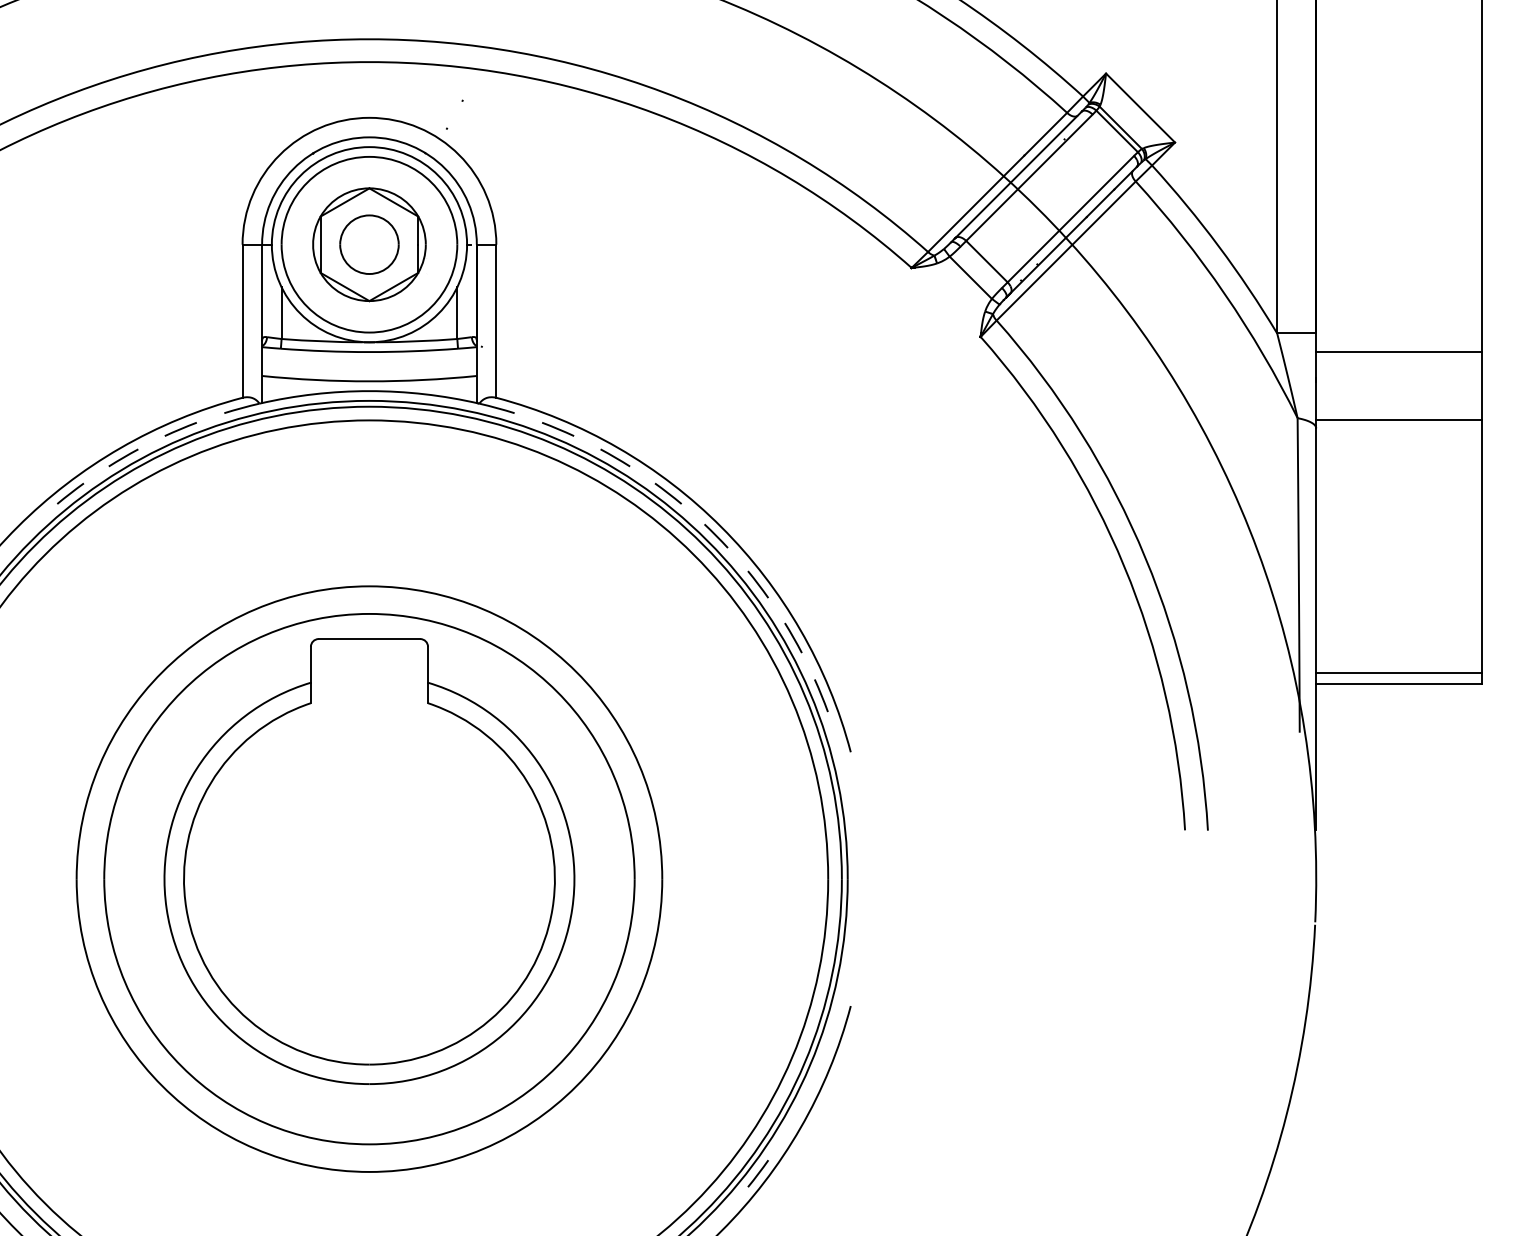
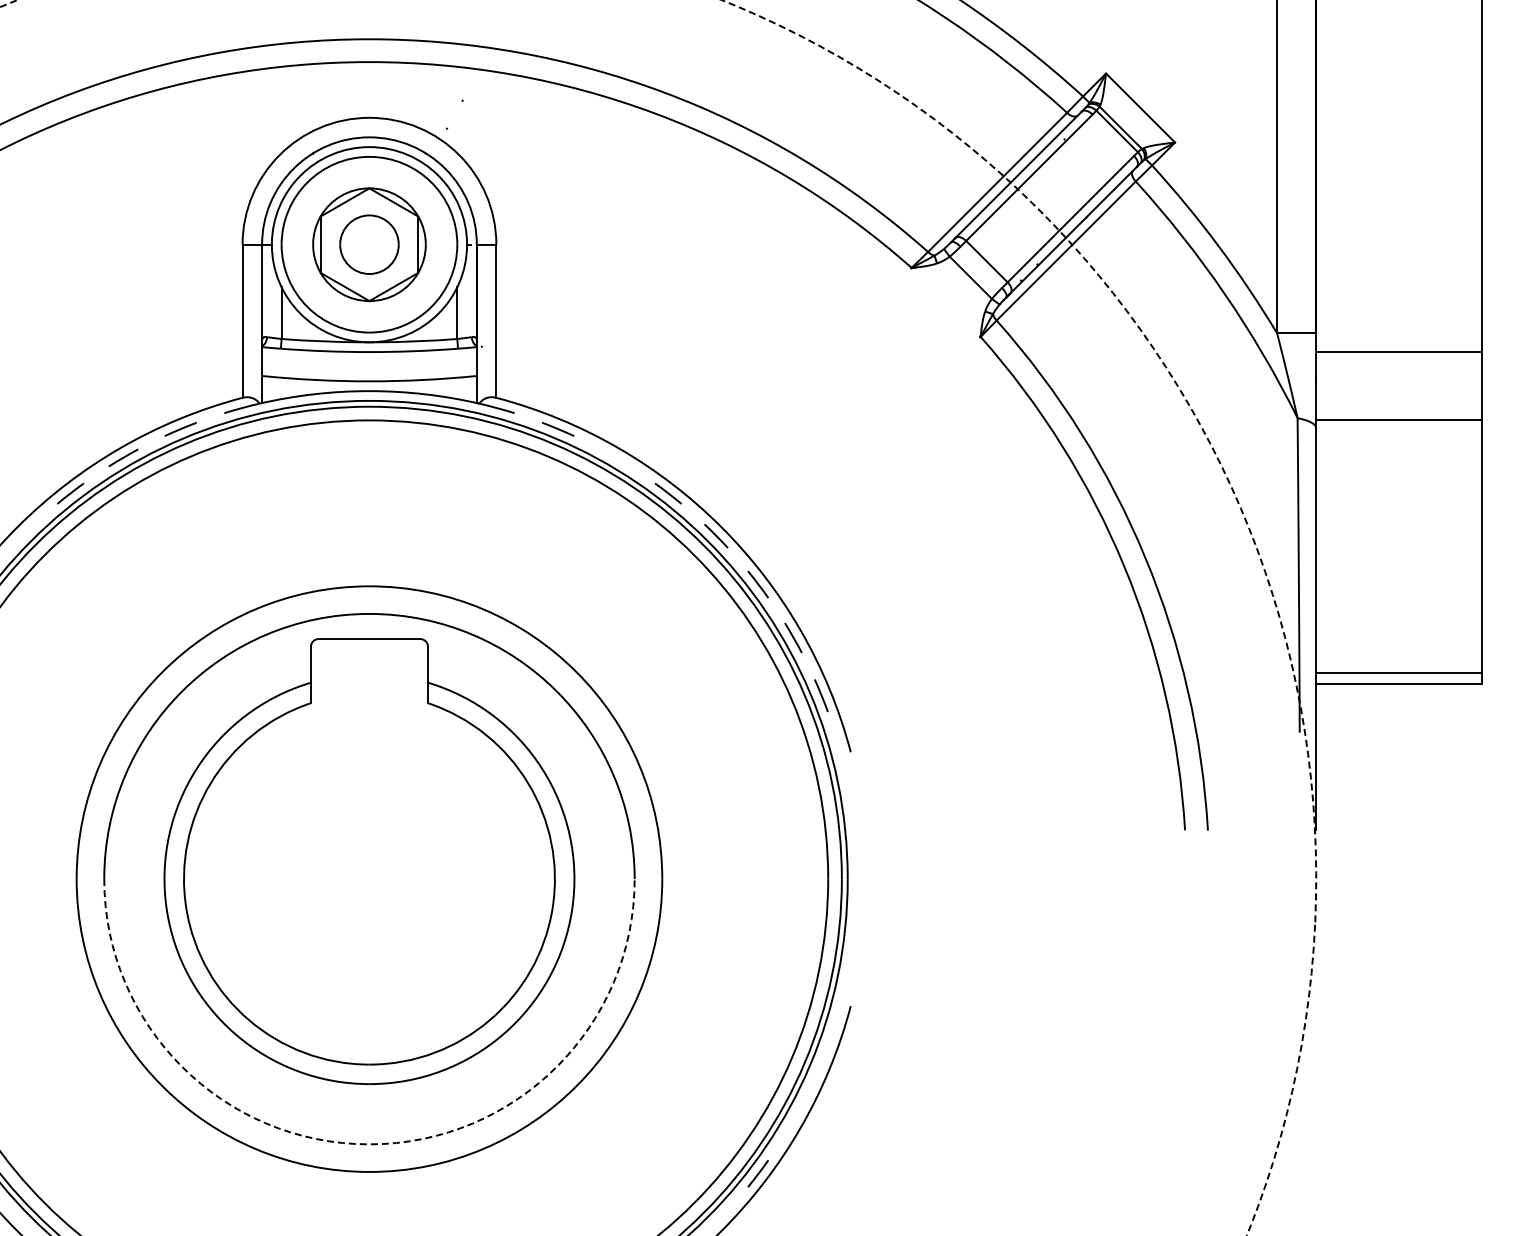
arc at (1061, 233): solid -> dashed
line at (615, 457): present -> none
arc at (369, 1144): solid -> dashed
